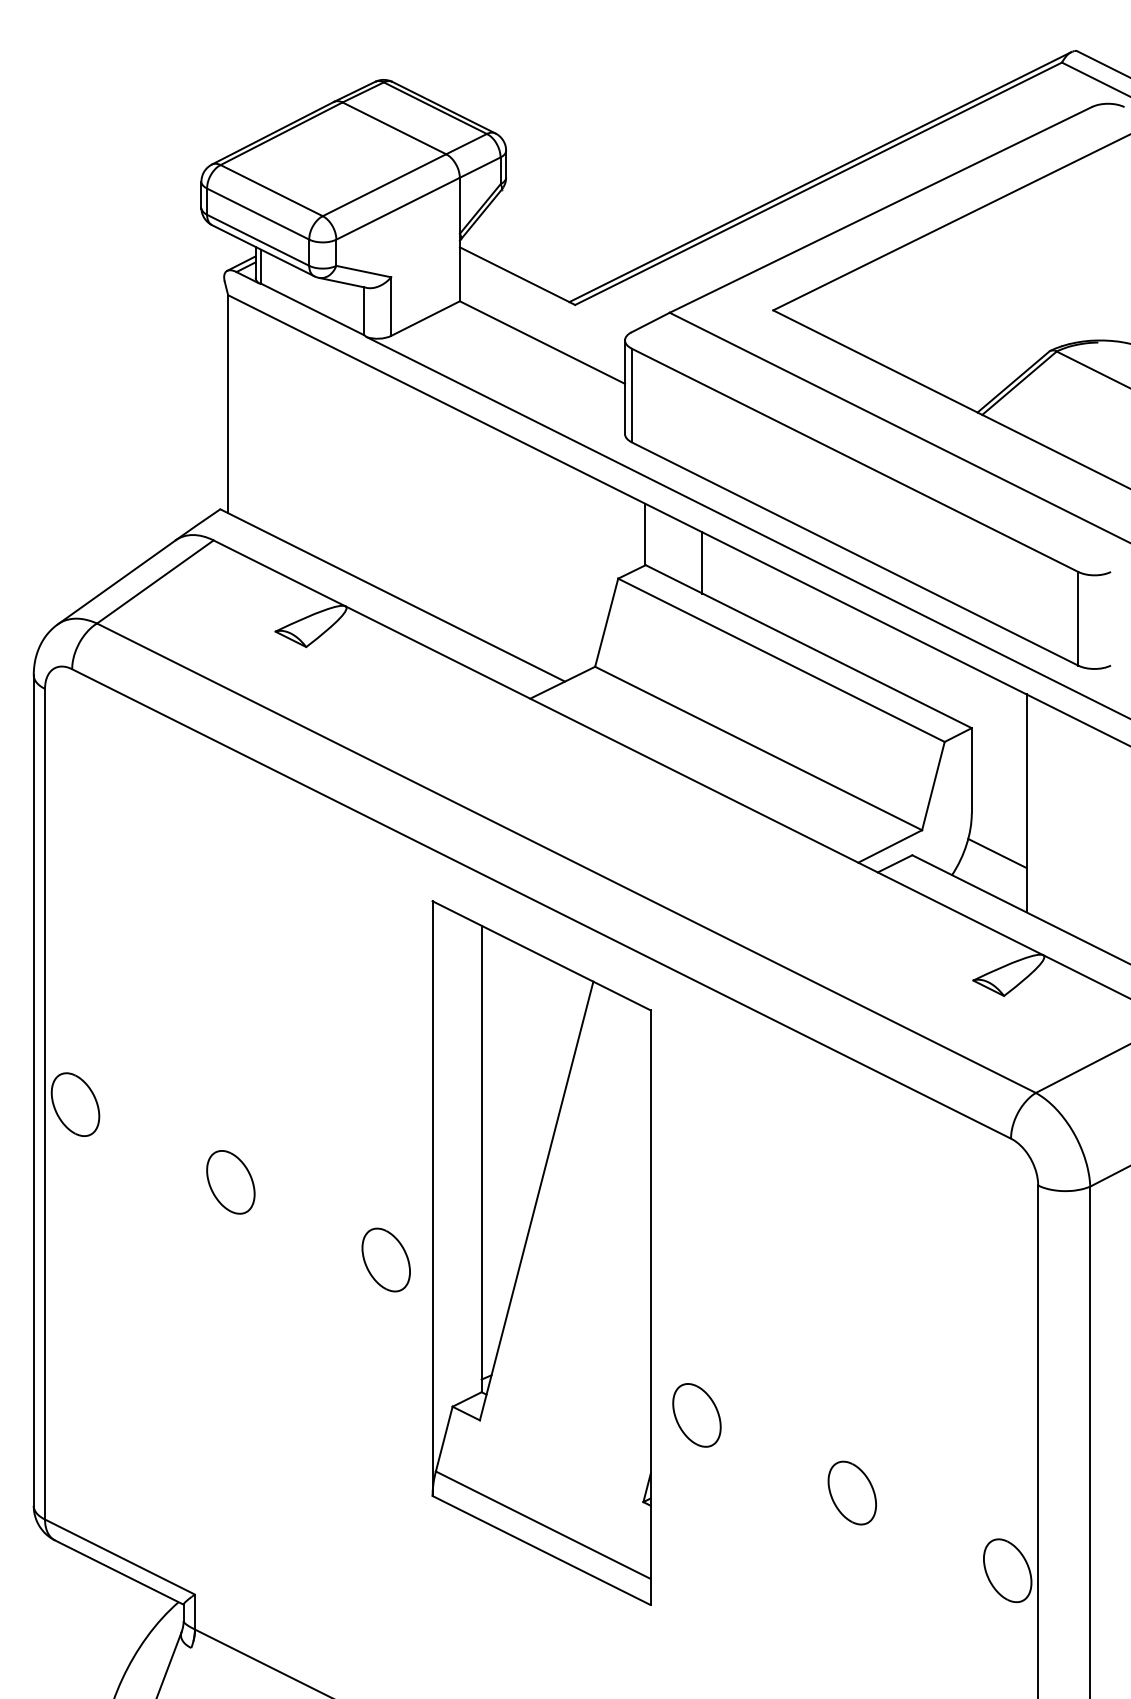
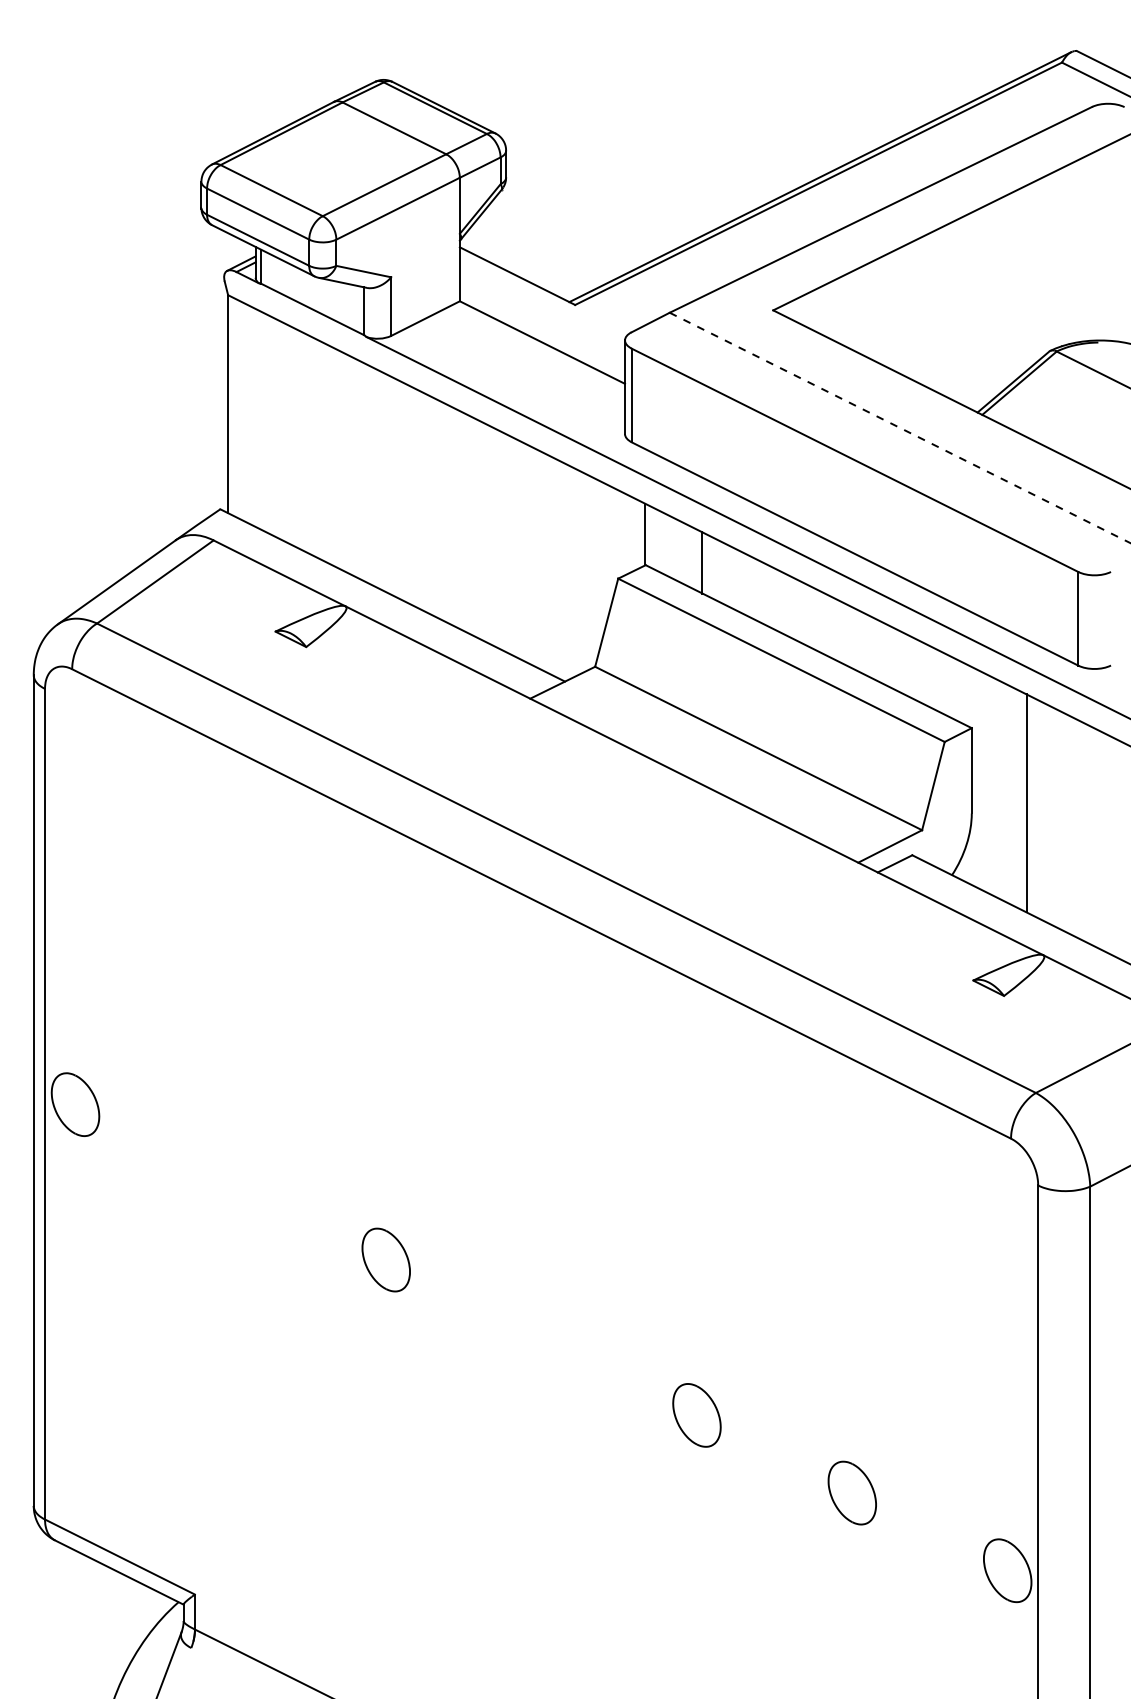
line at (900, 428): solid -> dashed
line at (997, 853): present -> none
part at (230, 1182): present -> none
part at (541, 1252): present -> none
